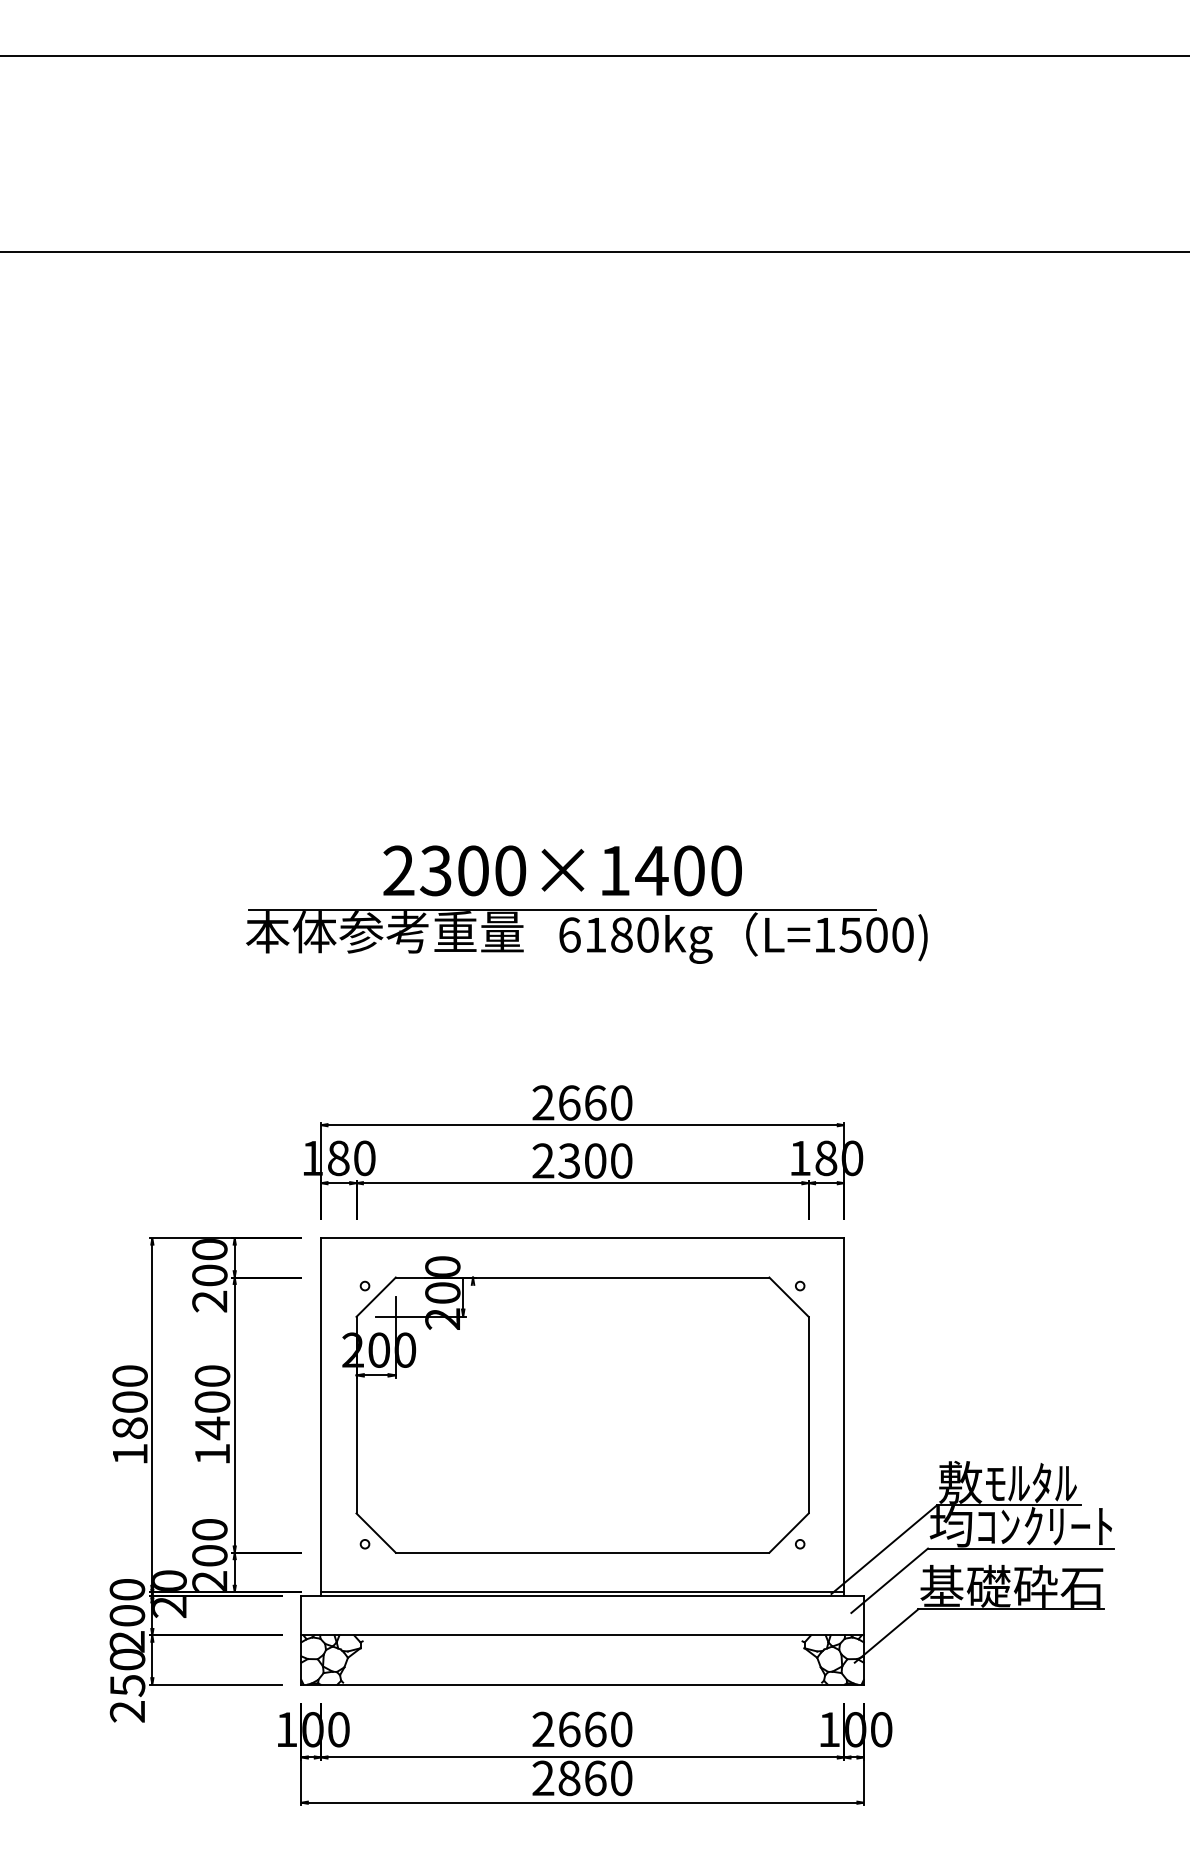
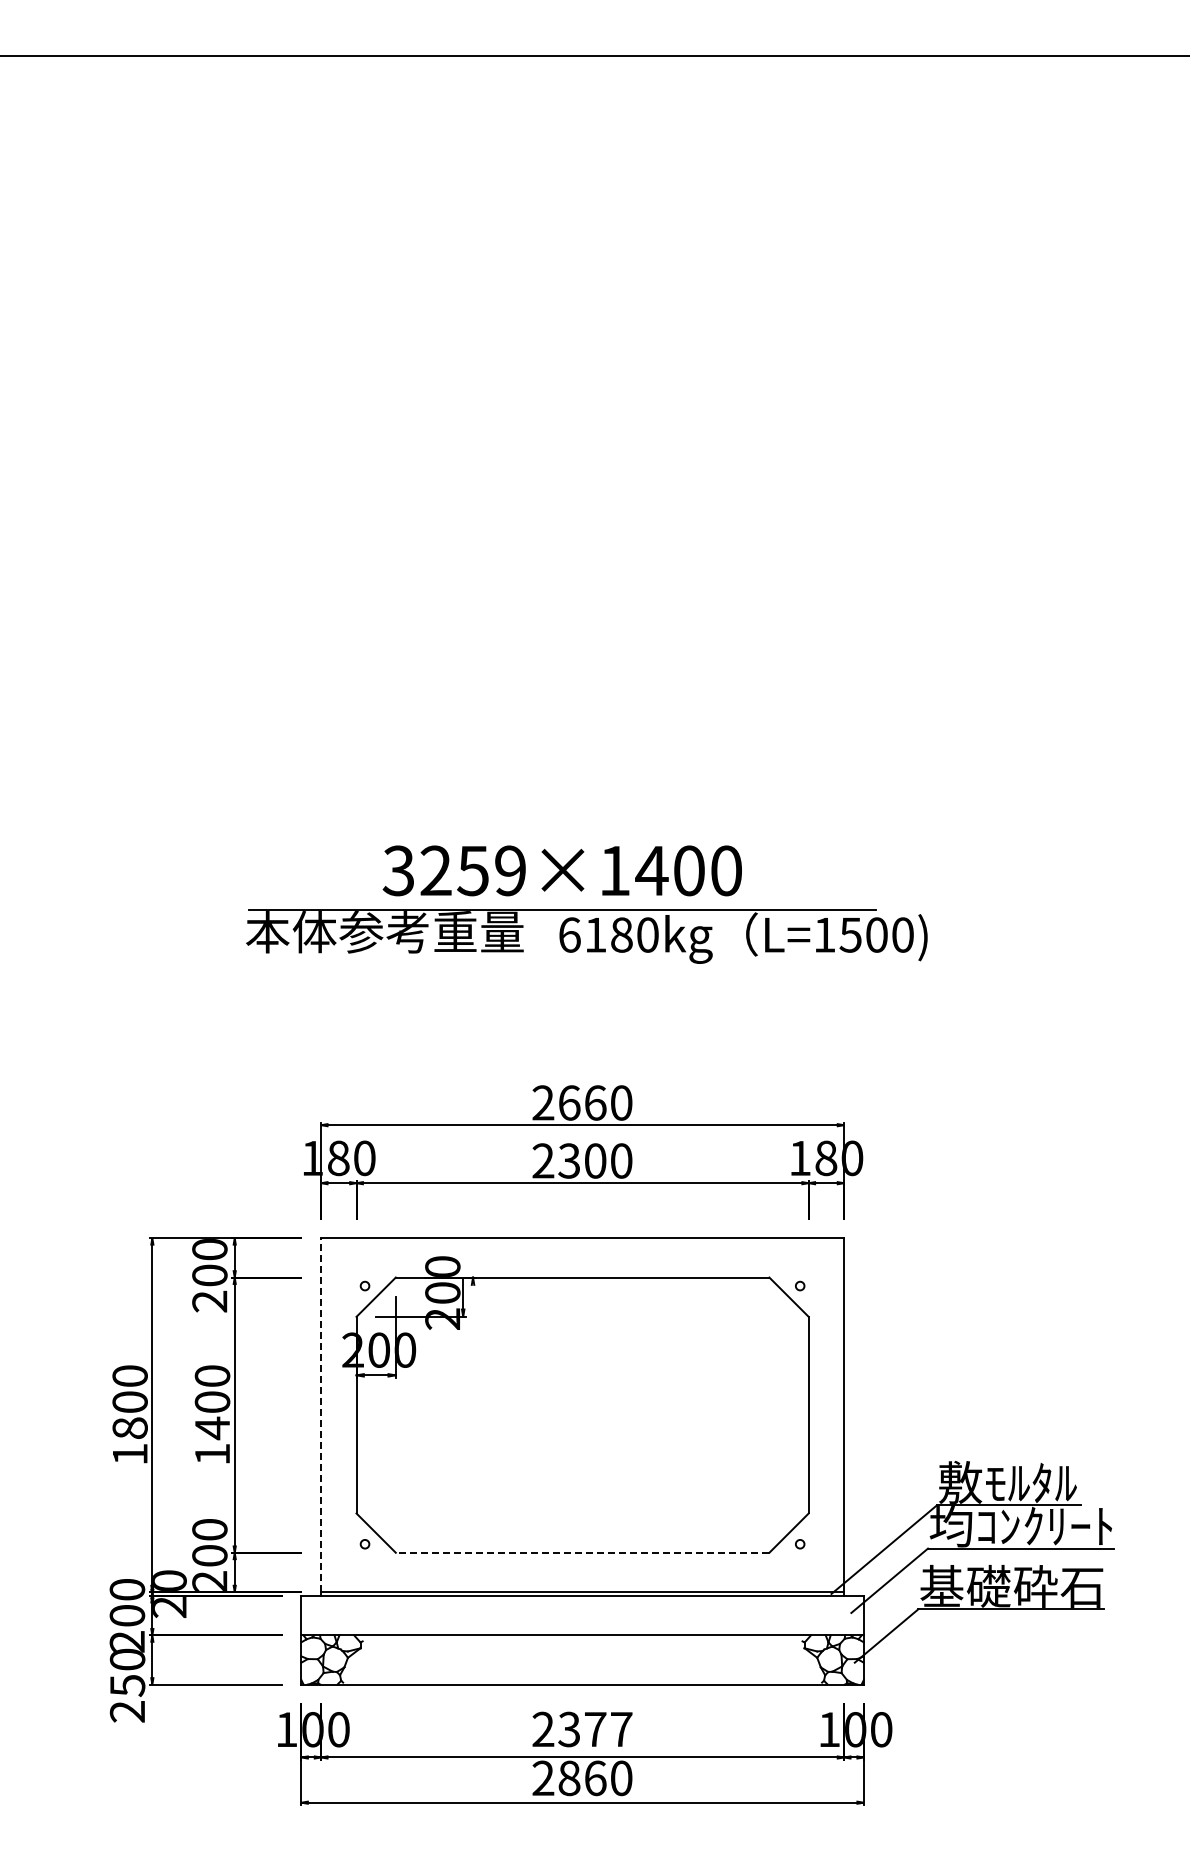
line at (594, 252): present -> none
text at (454, 870): 2300×1400 -> 3259×1400
line at (321, 1415): solid -> dashed
line at (582, 1552): solid -> dashed
text at (595, 1729): 2660 -> 2377
